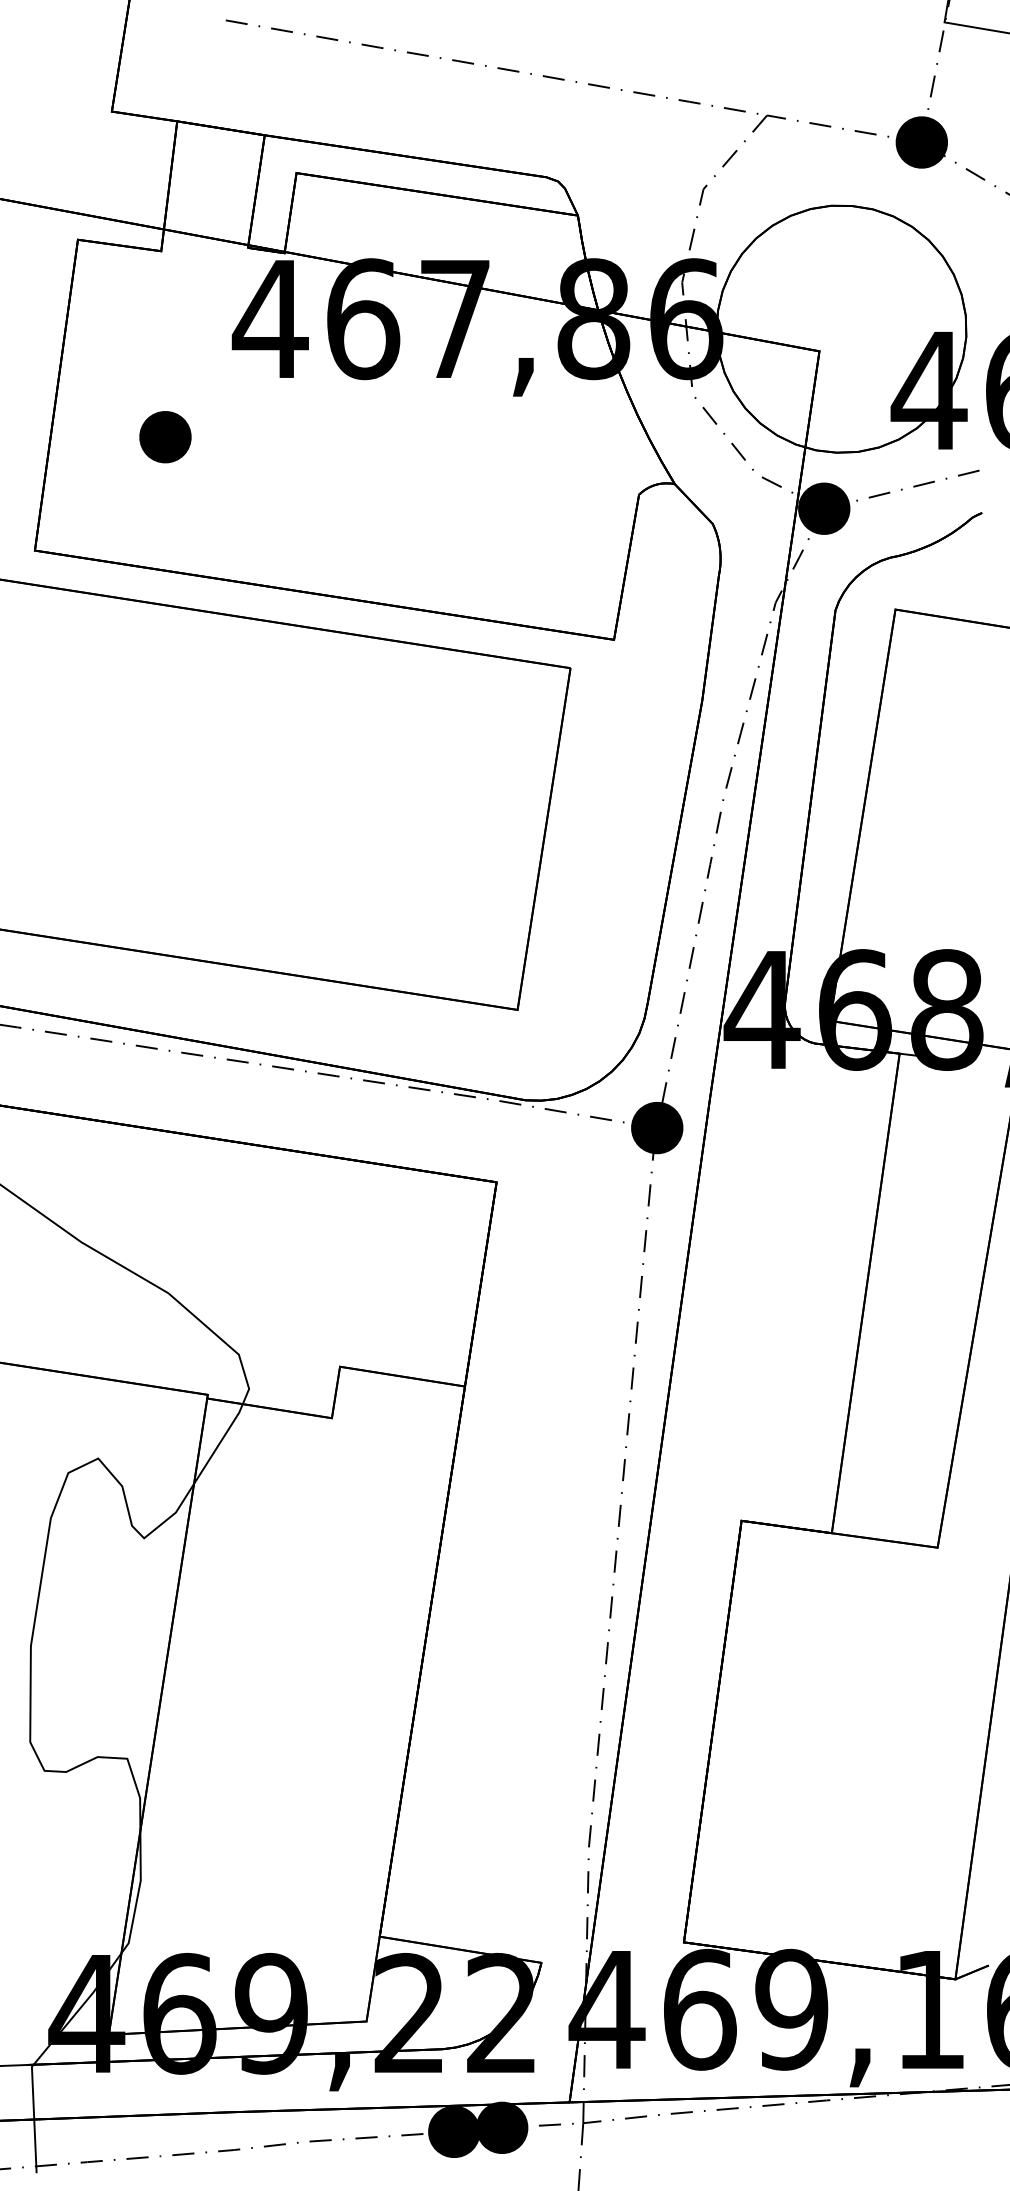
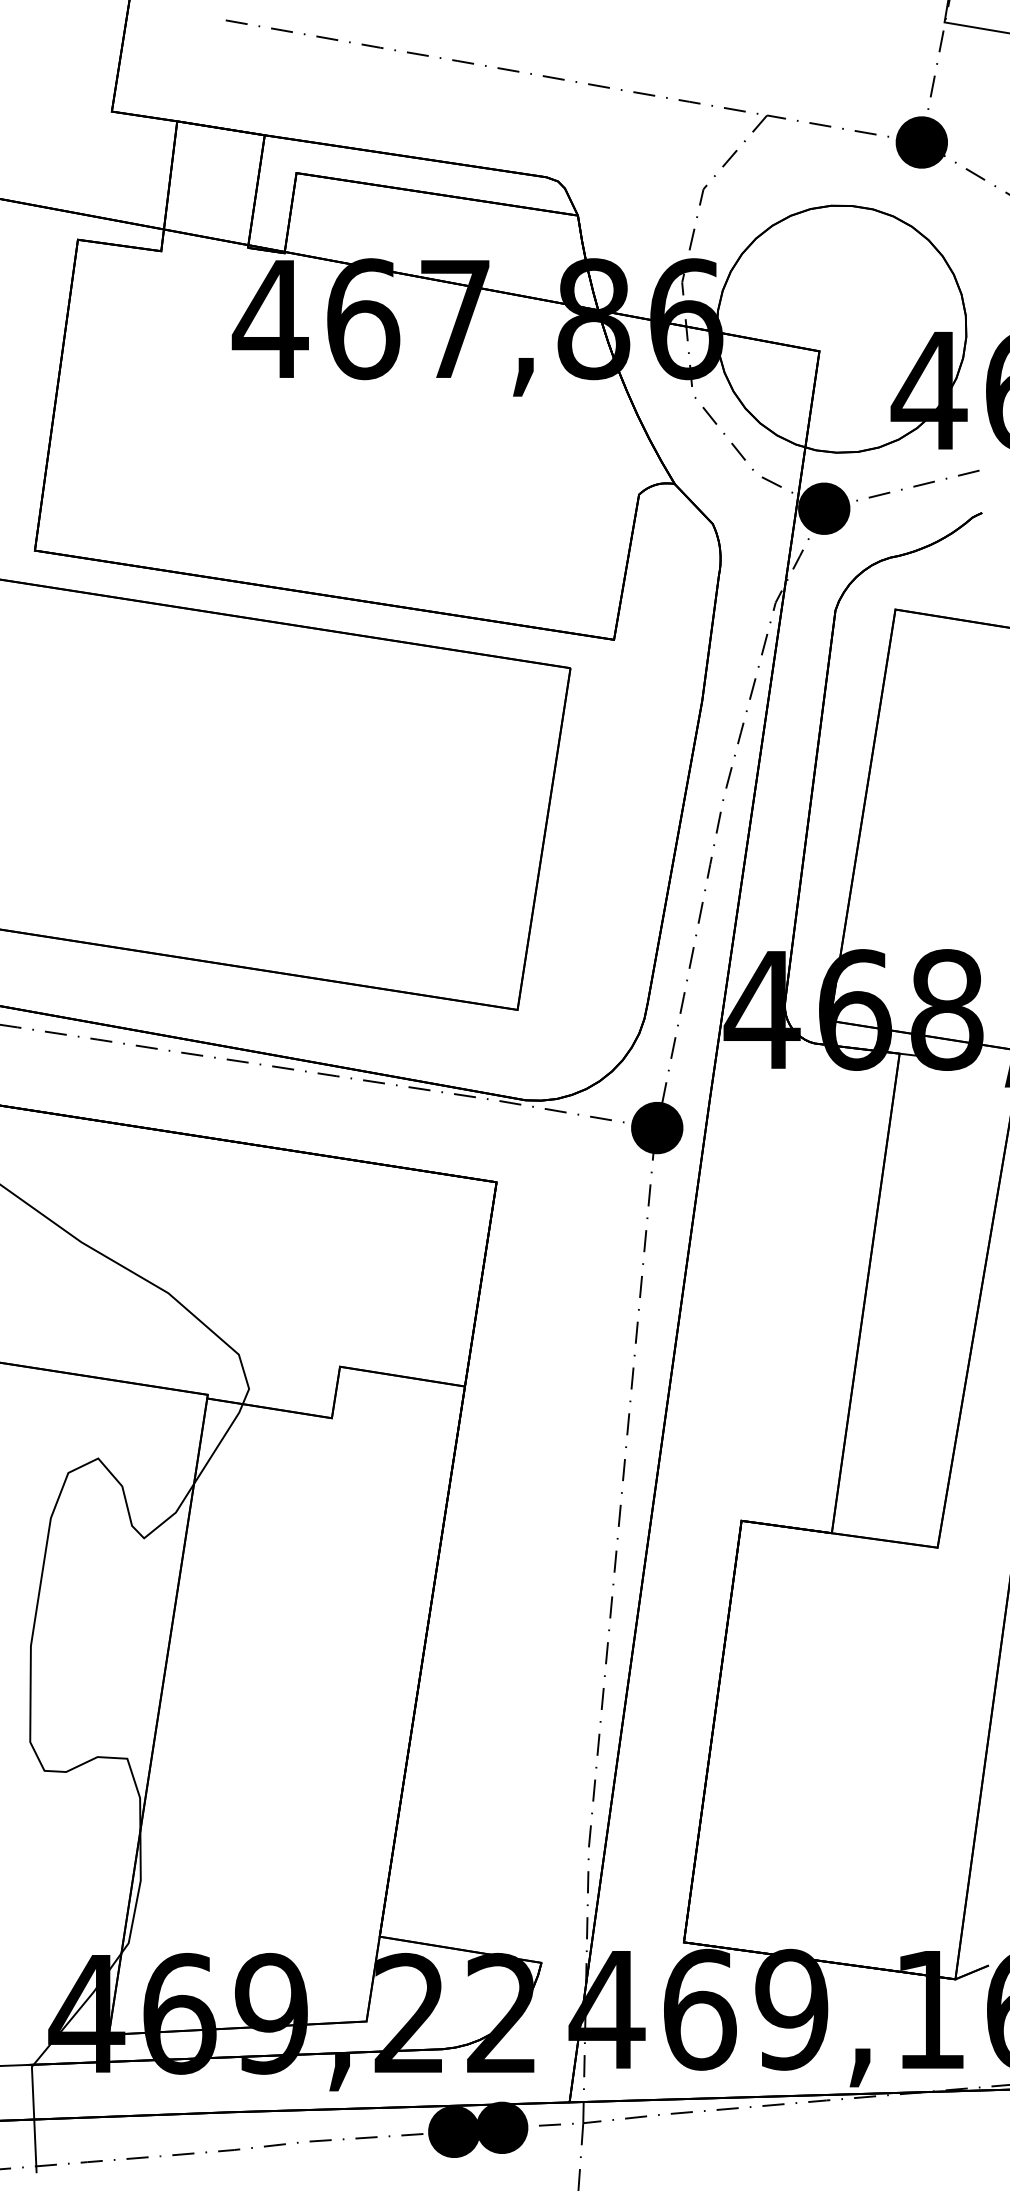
part at (165, 437): present -> none
